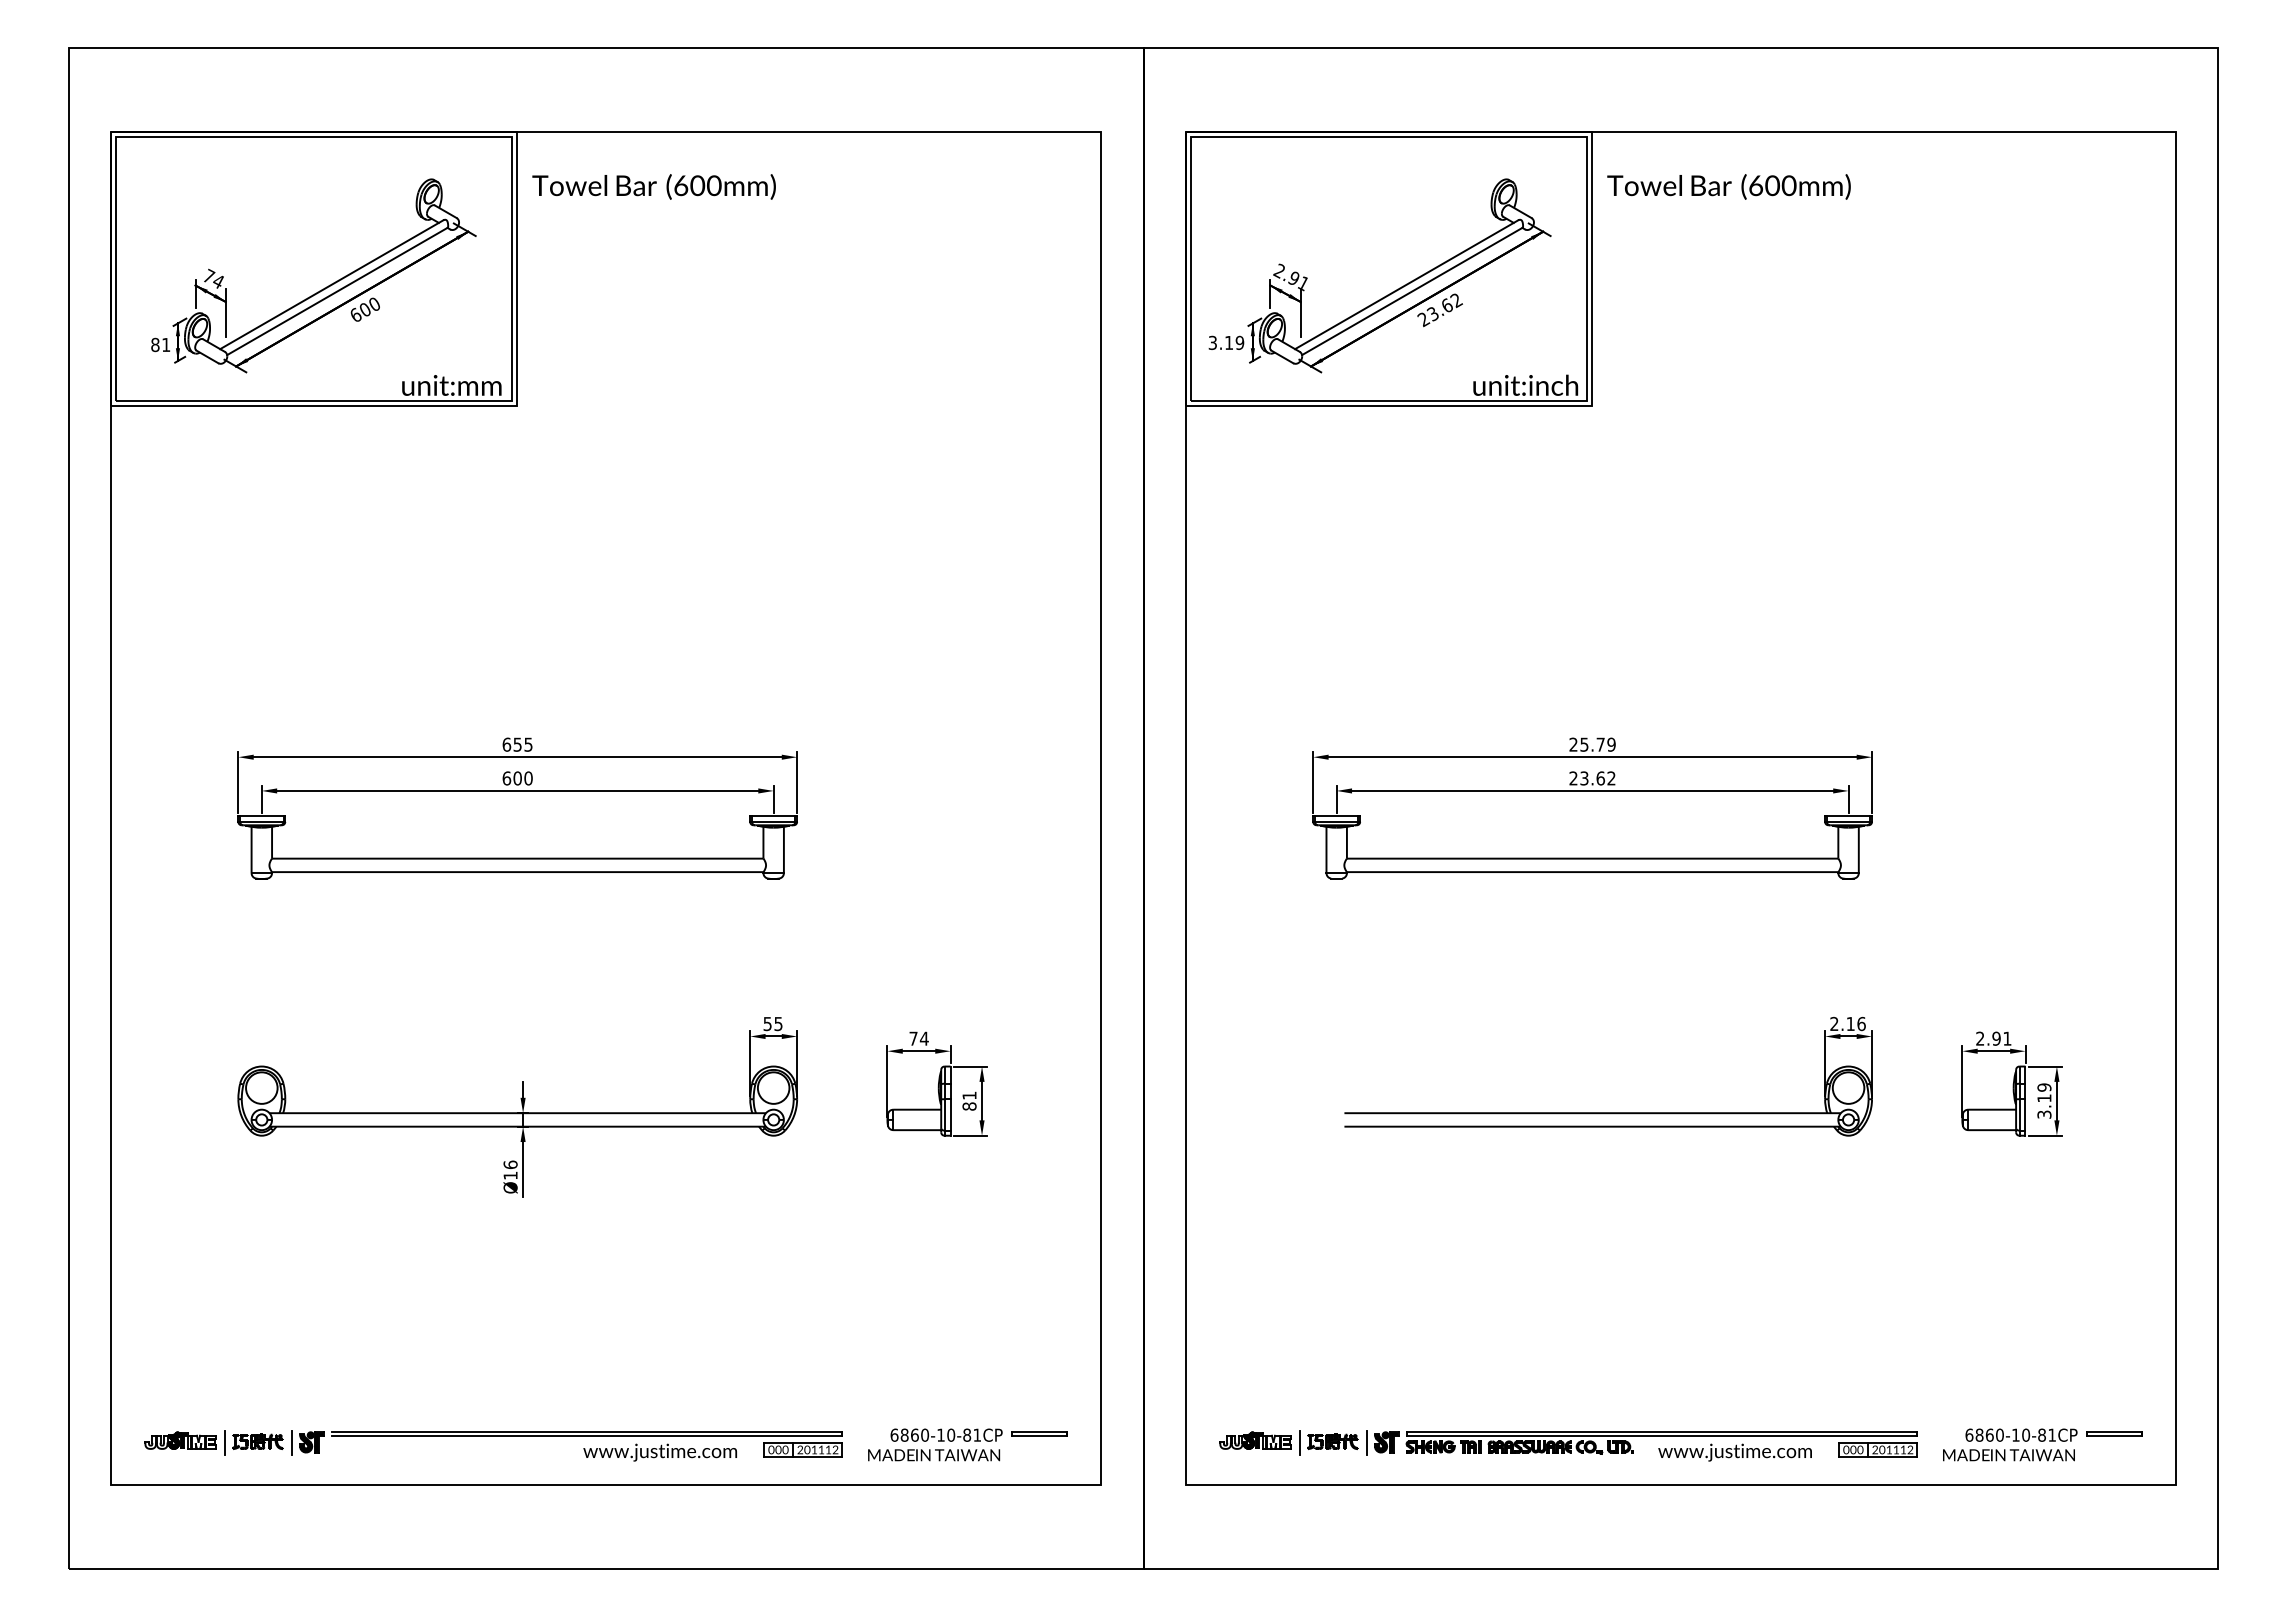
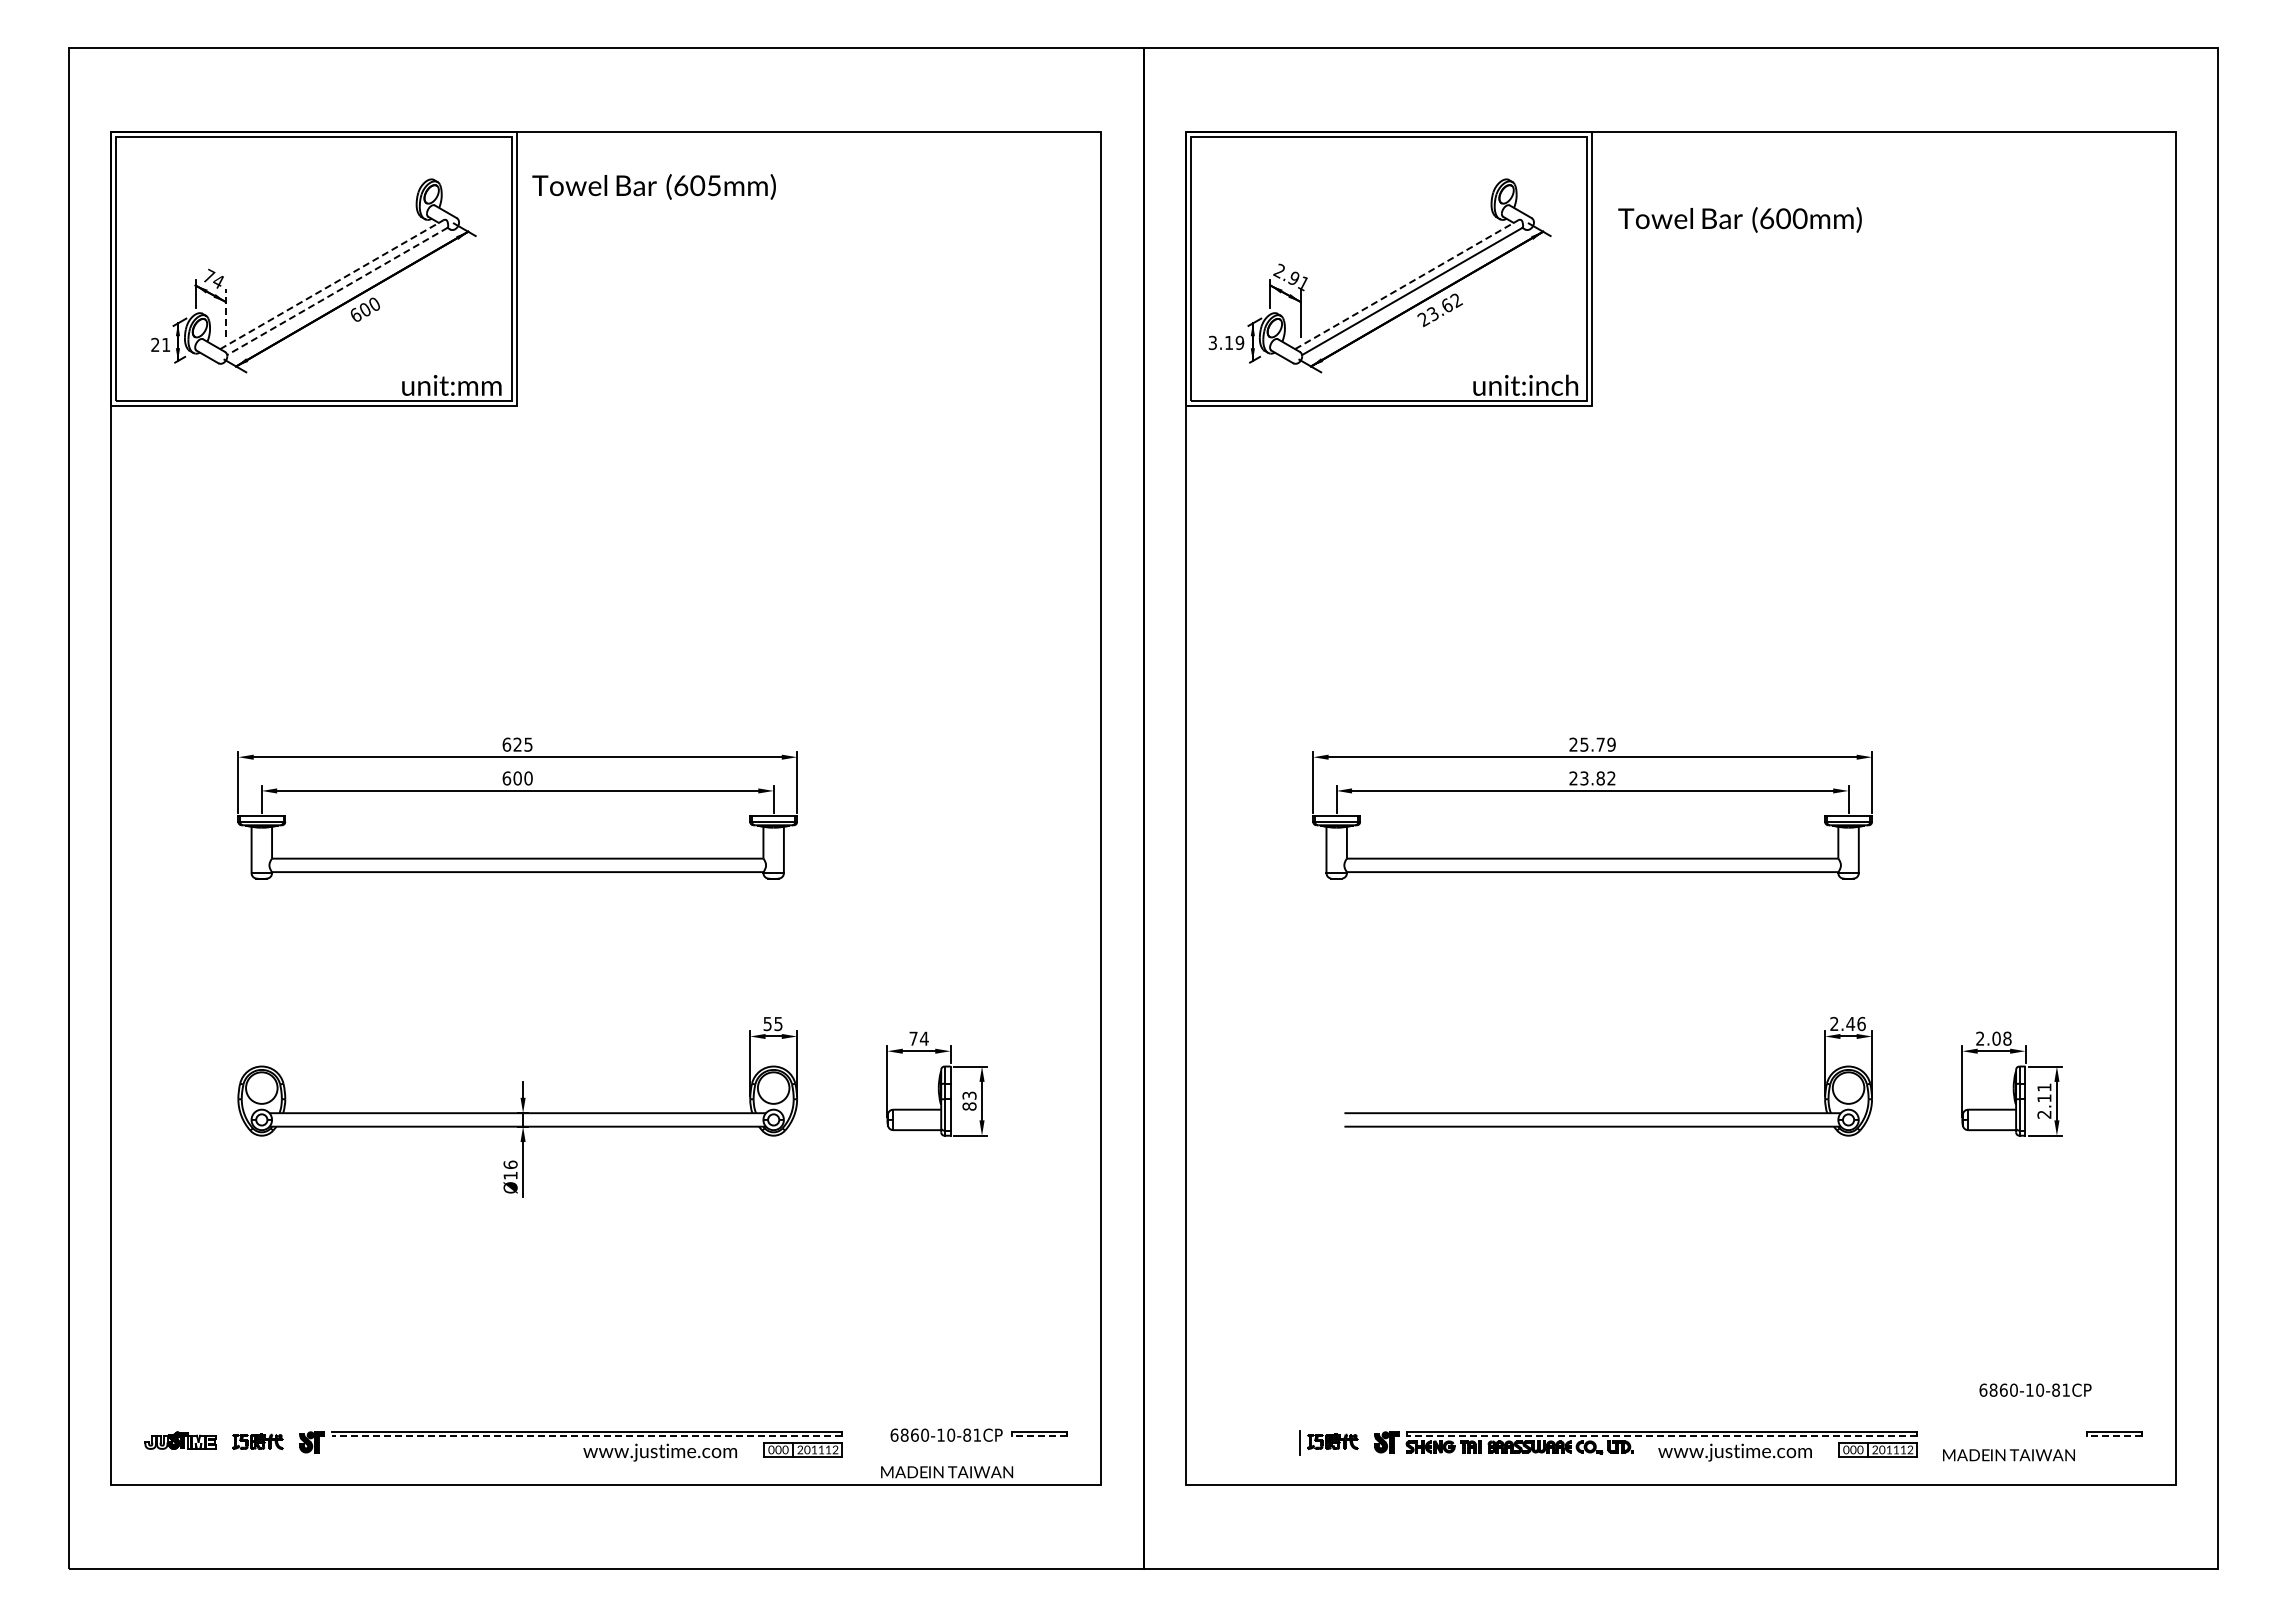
text at (714, 185): (600mm) -> (605mm)
text at (1728, 186) position: (1728, 186) -> (1739, 219)
line at (331, 284): solid -> dashed
line at (1406, 284): solid -> dashed
line at (337, 291): solid -> dashed
line at (225, 312): solid -> dashed
text at (155, 345): 81 -> 21
text at (517, 744): 655 -> 625
text at (1600, 778): 23.62 -> 23.82
text at (1850, 1023): 2.16 -> 2.46
text at (2001, 1038): 2.91 -> 2.08
text at (969, 1095): 81 -> 83
text at (2044, 1100): 3.19 -> 2.11
text at (2021, 1434) position: (2021, 1434) -> (2035, 1389)
line at (586, 1436): solid -> dashed
line at (1038, 1436): solid -> dashed
line at (1661, 1436): solid -> dashed
line at (2113, 1436): solid -> dashed
part at (1255, 1440): present -> none
line at (224, 1442): present -> none
line at (291, 1442): present -> none
line at (1366, 1442): present -> none
text at (934, 1455) position: (934, 1455) -> (947, 1472)
